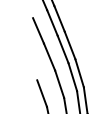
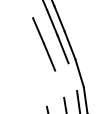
line at (72, 77): present -> none
line at (59, 83): present -> none
line at (41, 93): present -> none
